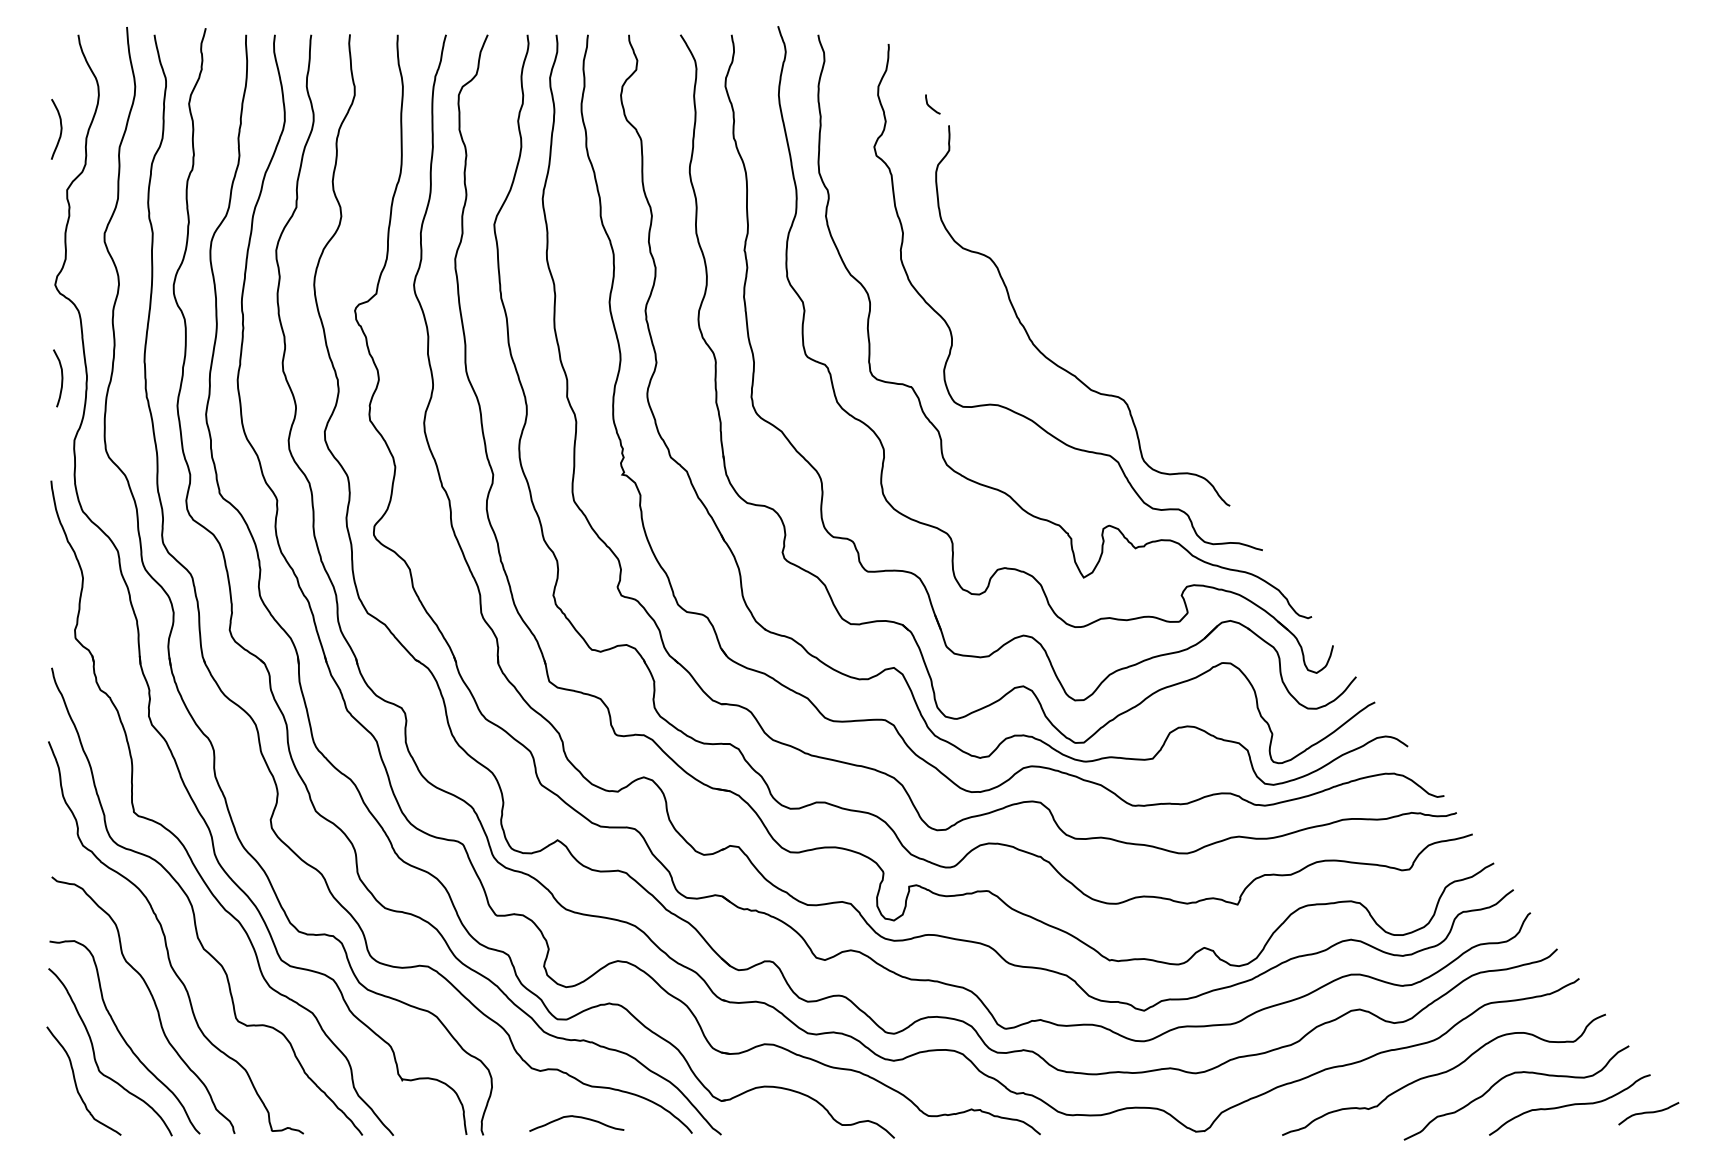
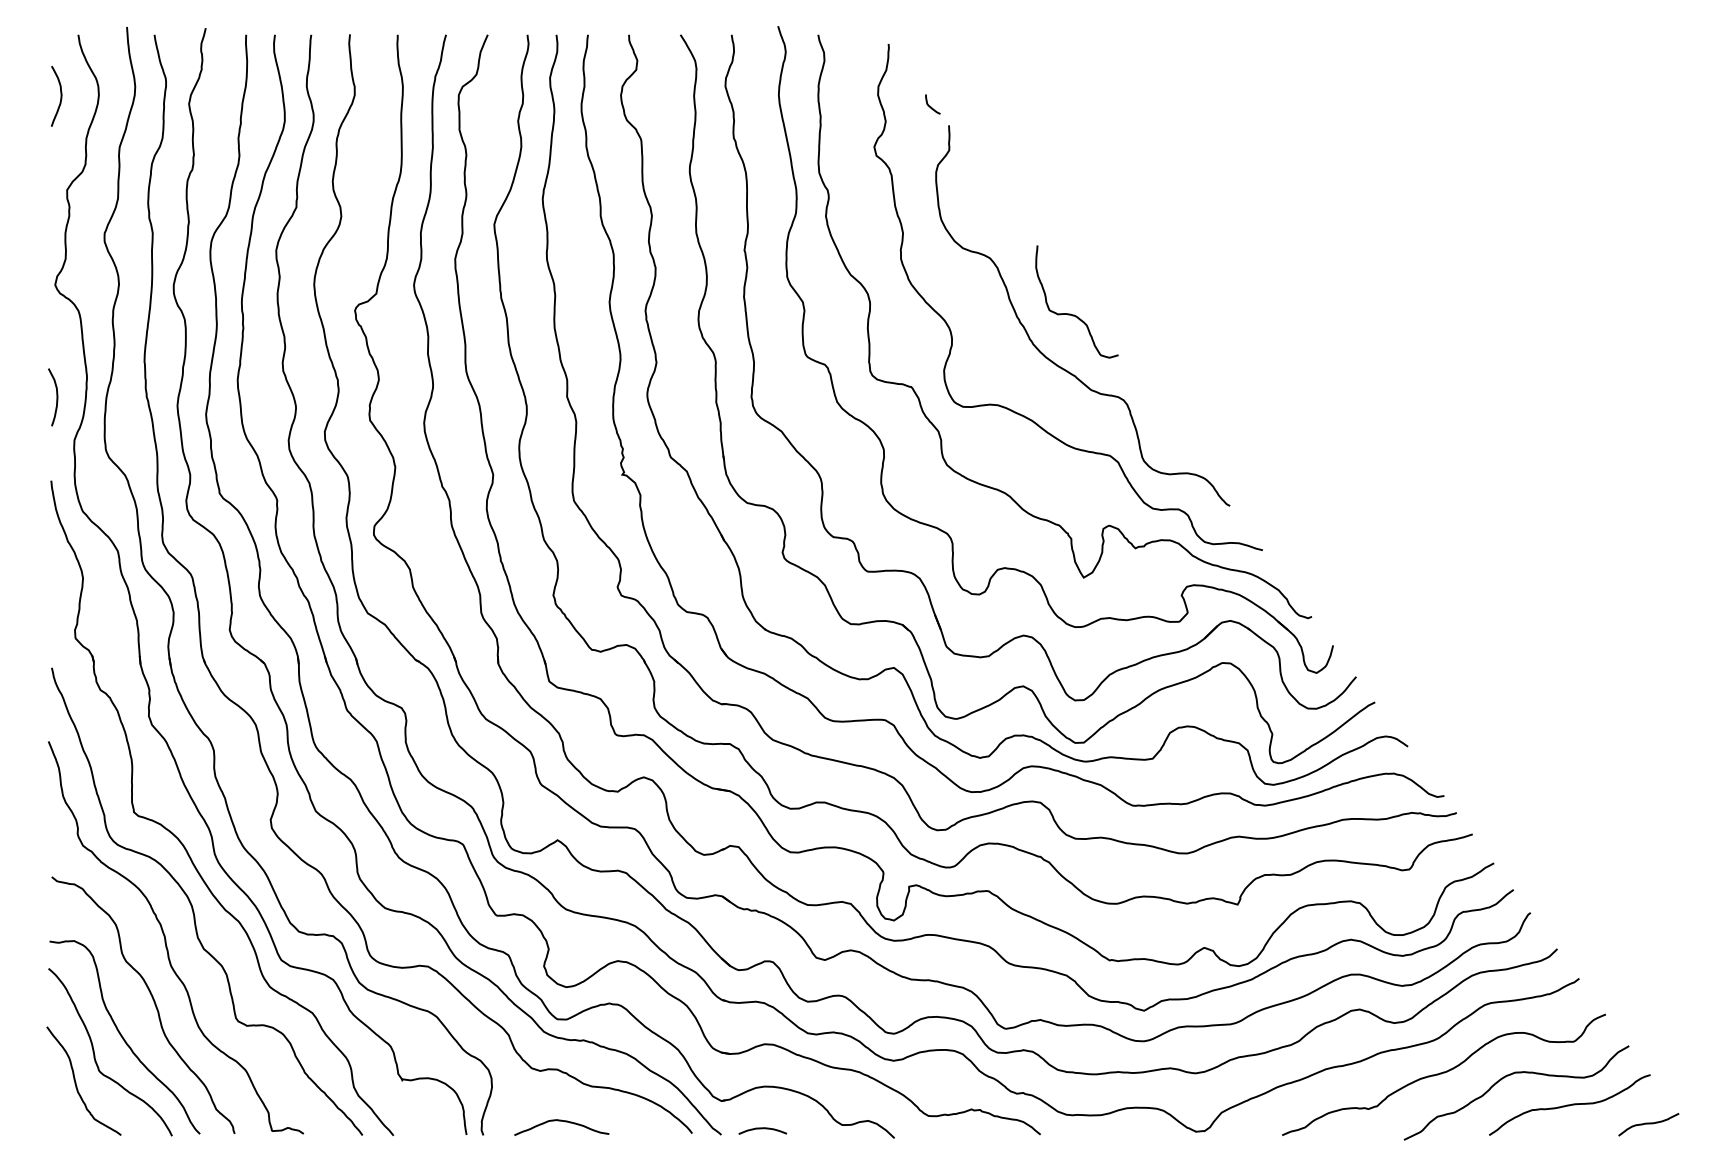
curve at (60, 129) position: (60, 129) -> (60, 96)
curve at (1074, 314): none -> present
curve at (61, 378) position: (61, 378) -> (56, 397)
curve at (1648, 1113) position: (1648, 1113) -> (1648, 1124)
curve at (576, 1117) position: (576, 1117) -> (561, 1121)
curve at (762, 1129): none -> present
